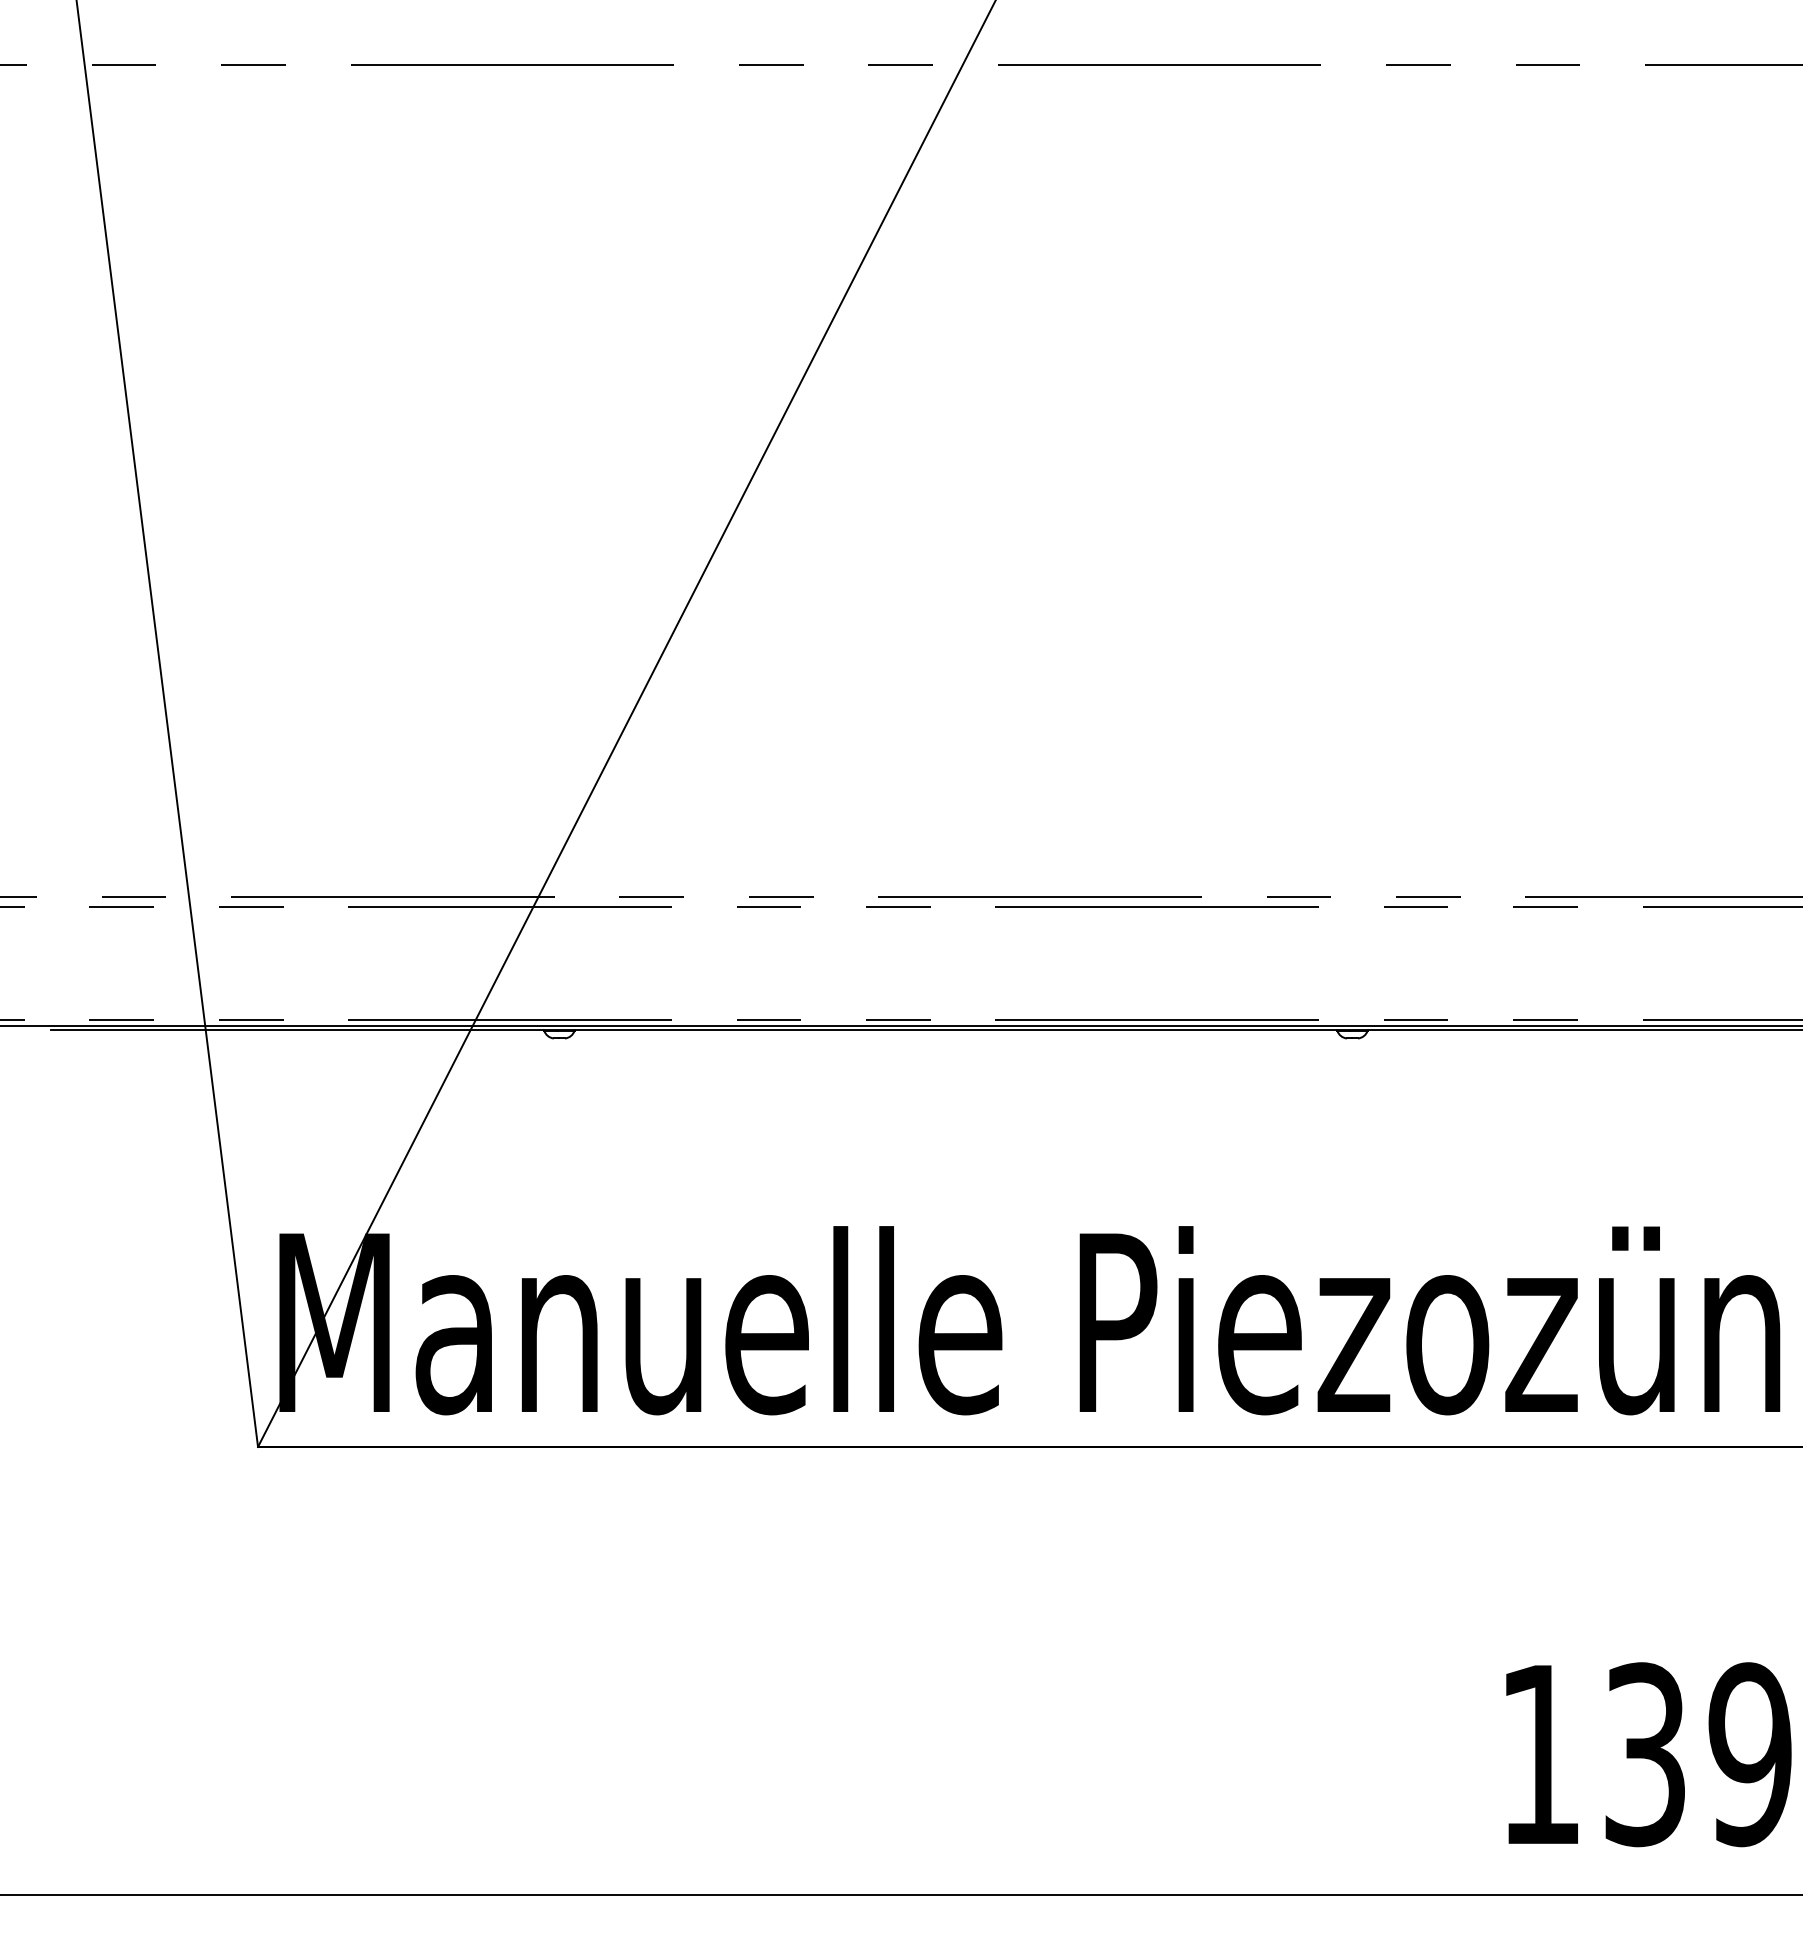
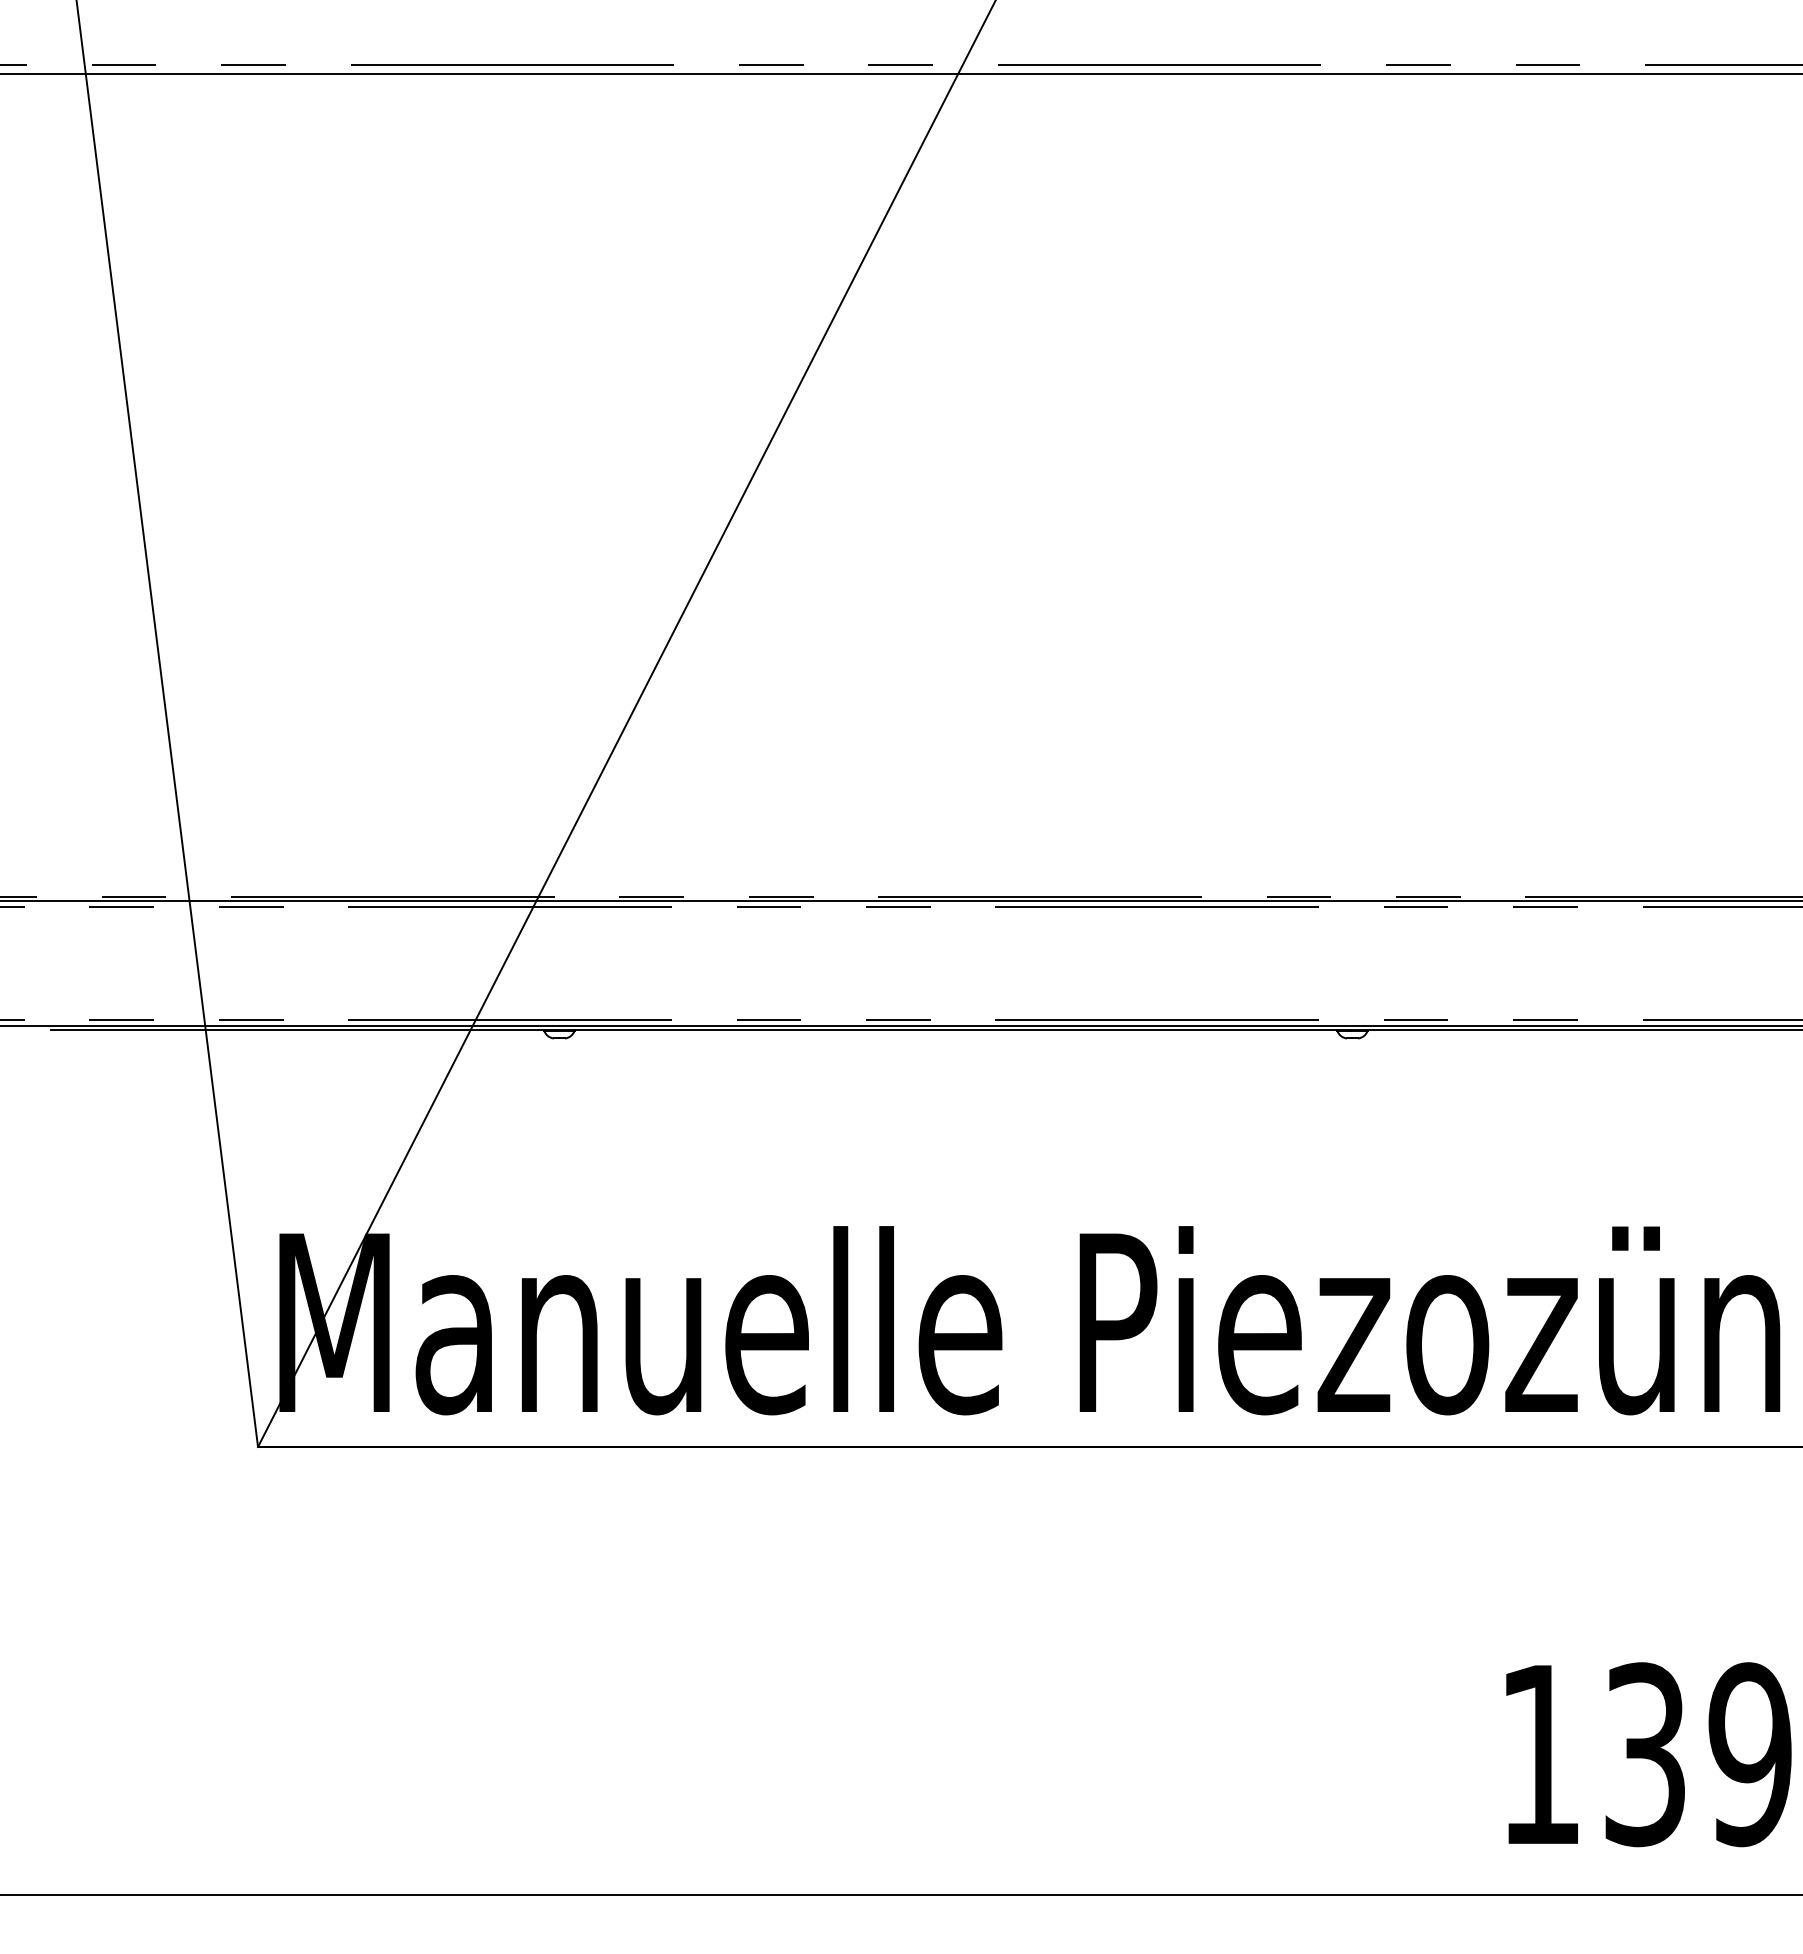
line at (900, 74): none -> present
line at (900, 900): none -> present
